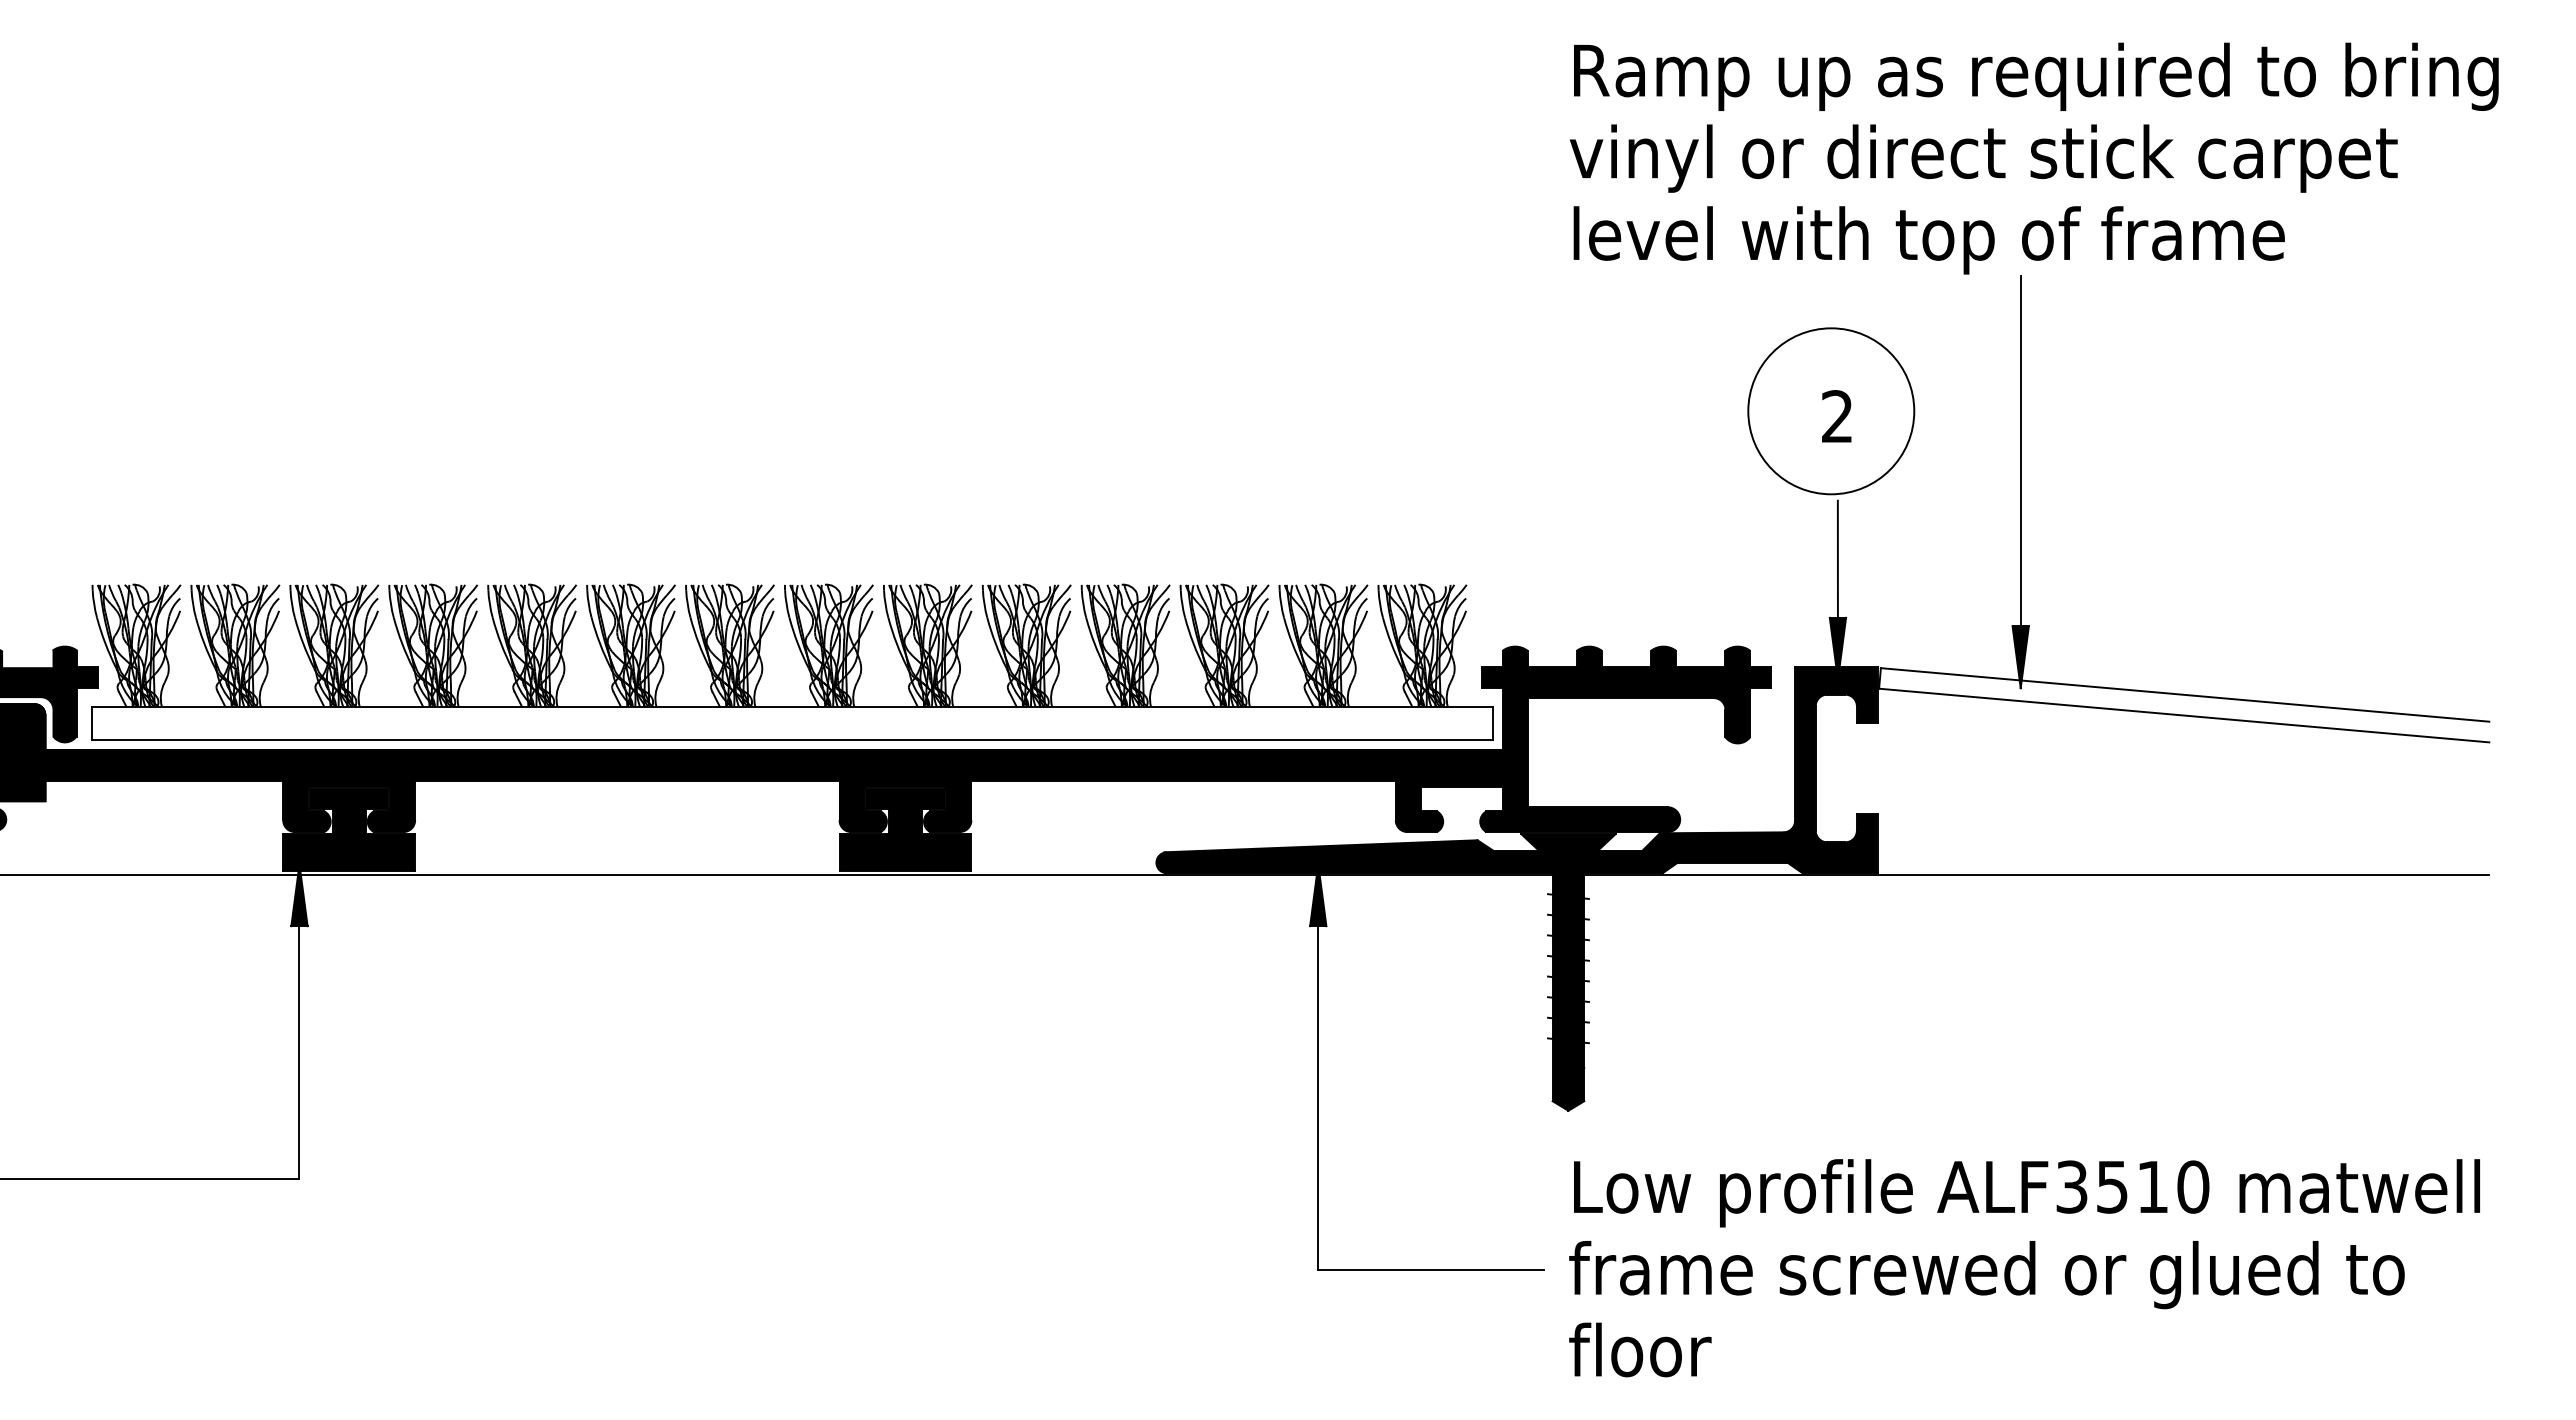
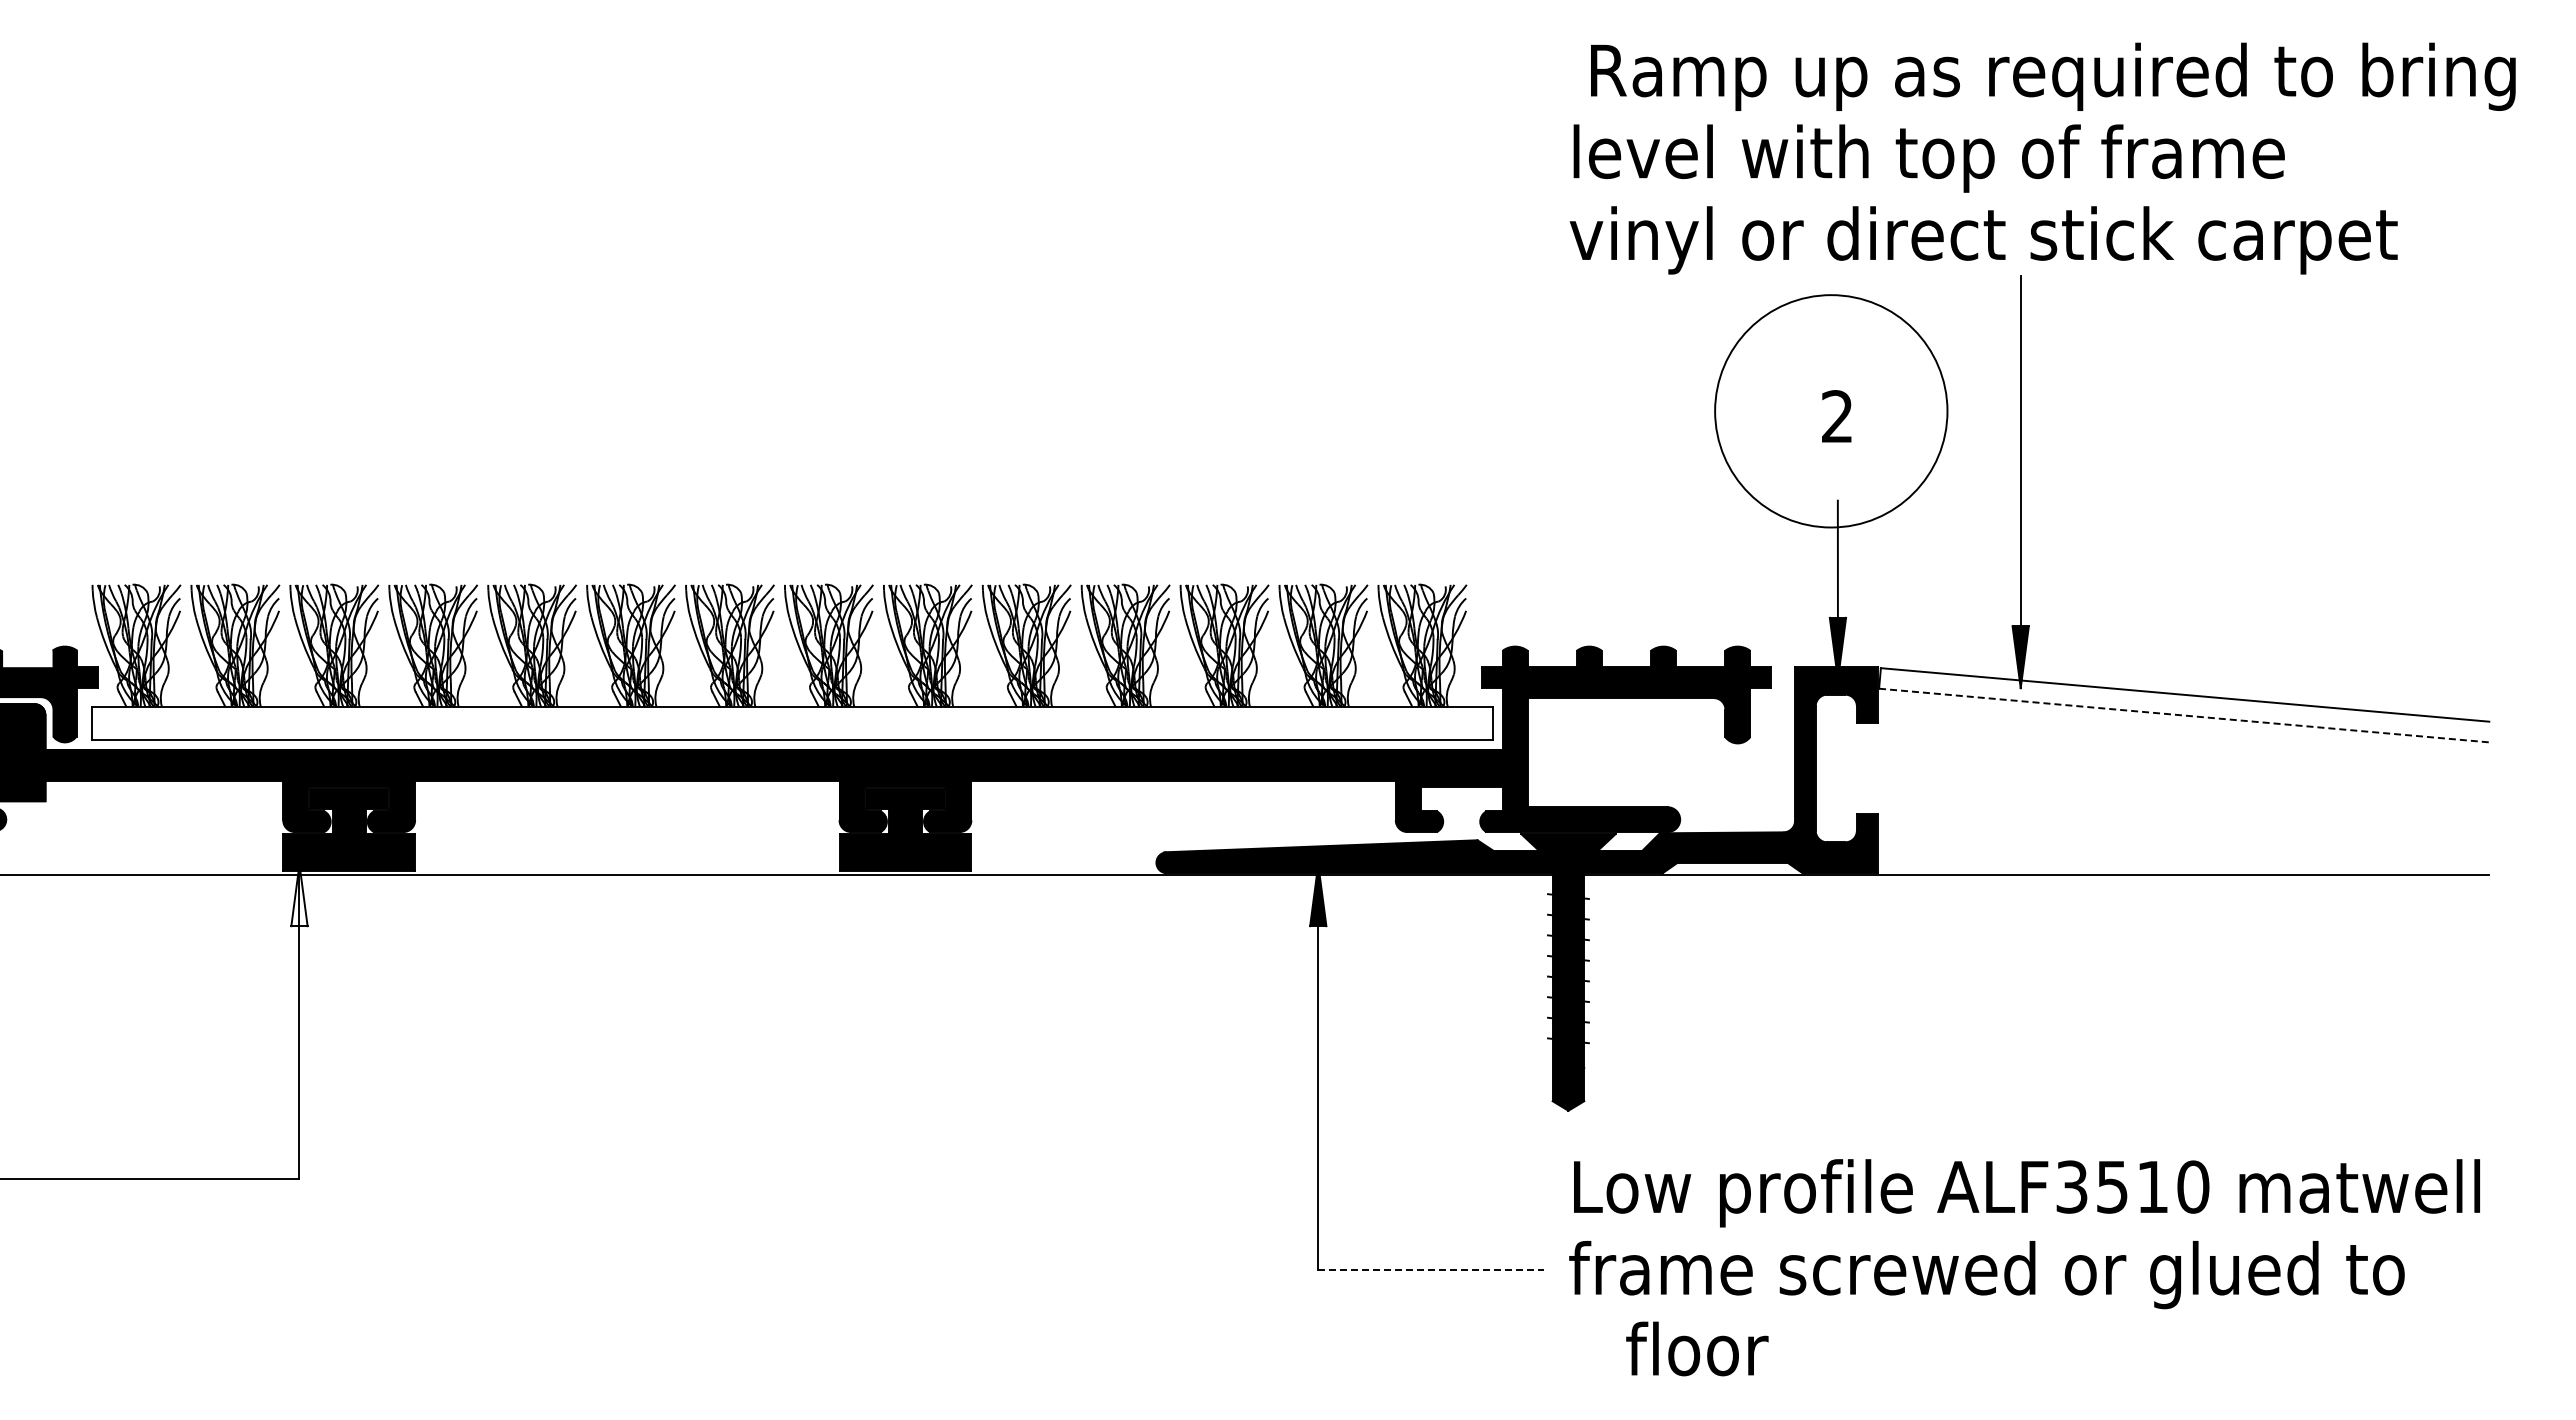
text at (2036, 76) position: (2036, 76) -> (2053, 76)
text at (1983, 158): vinyl or direct stick carpet -> level with top of frame
text at (1983, 240): level with top of frame -> vinyl or direct stick carpet
circle at (1831, 411) diameter: 166 px -> 232 px
line at (2184, 715): solid -> dashed
fill at (299, 895): present -> none
line at (1431, 1270): solid -> dashed
text at (1640, 1349) position: (1640, 1349) -> (1697, 1348)
